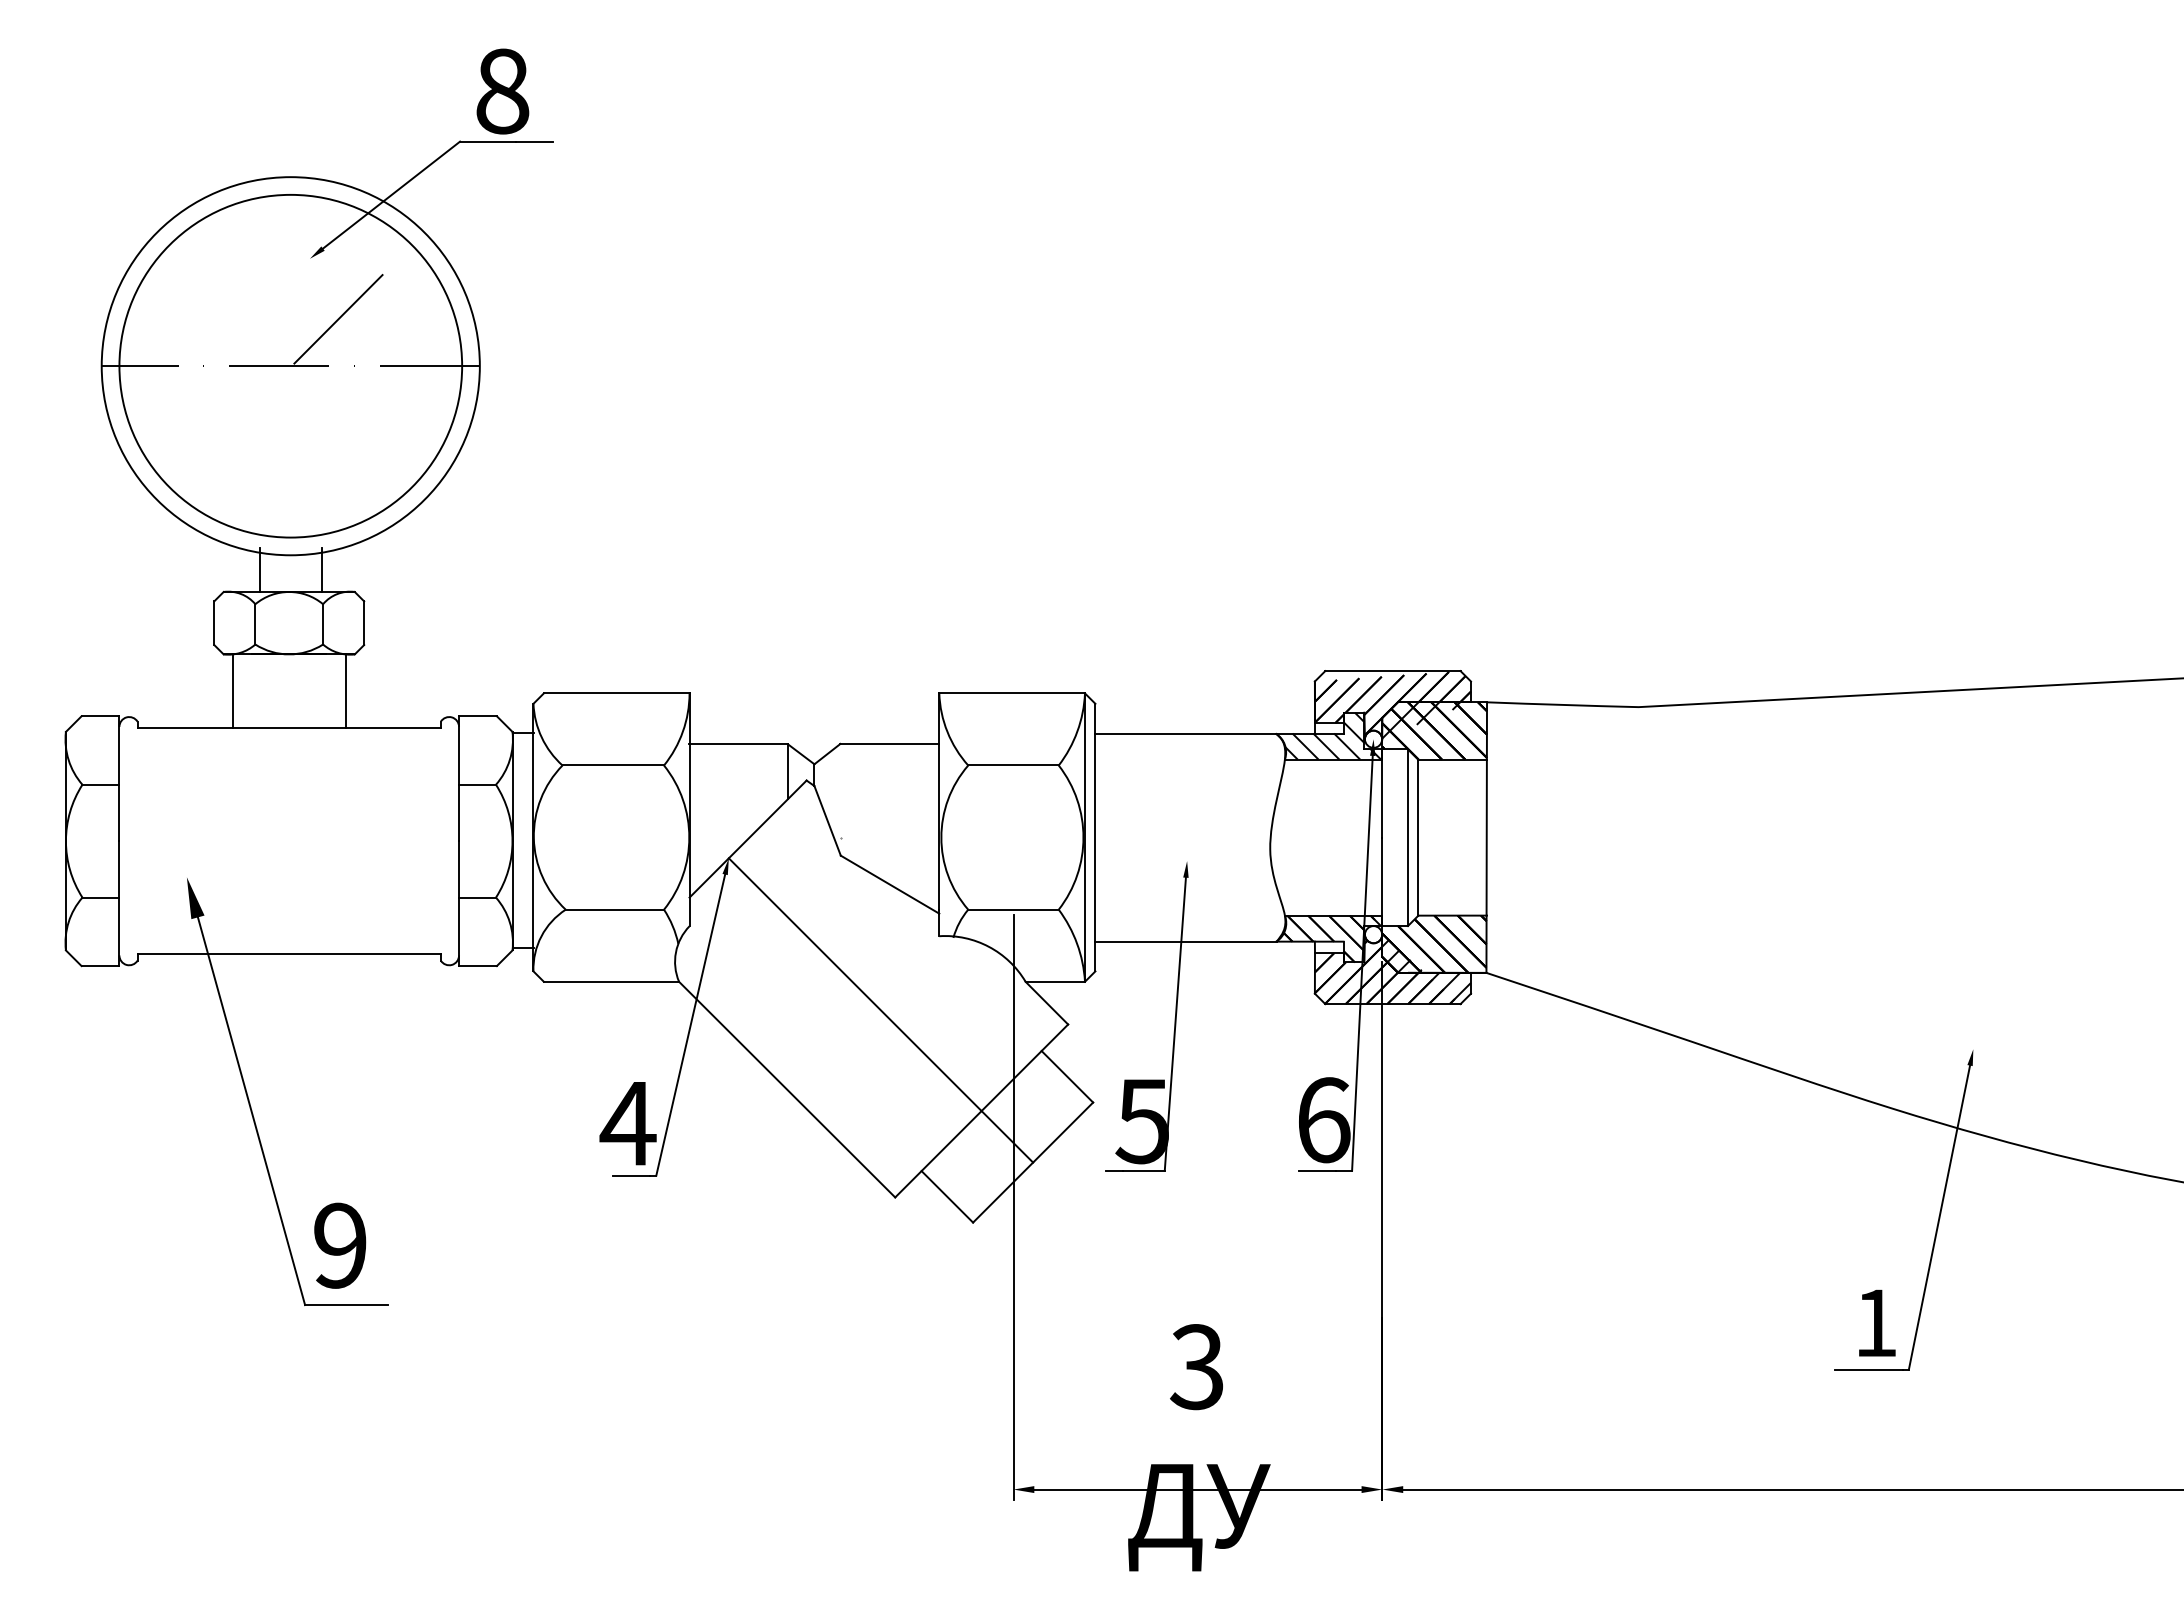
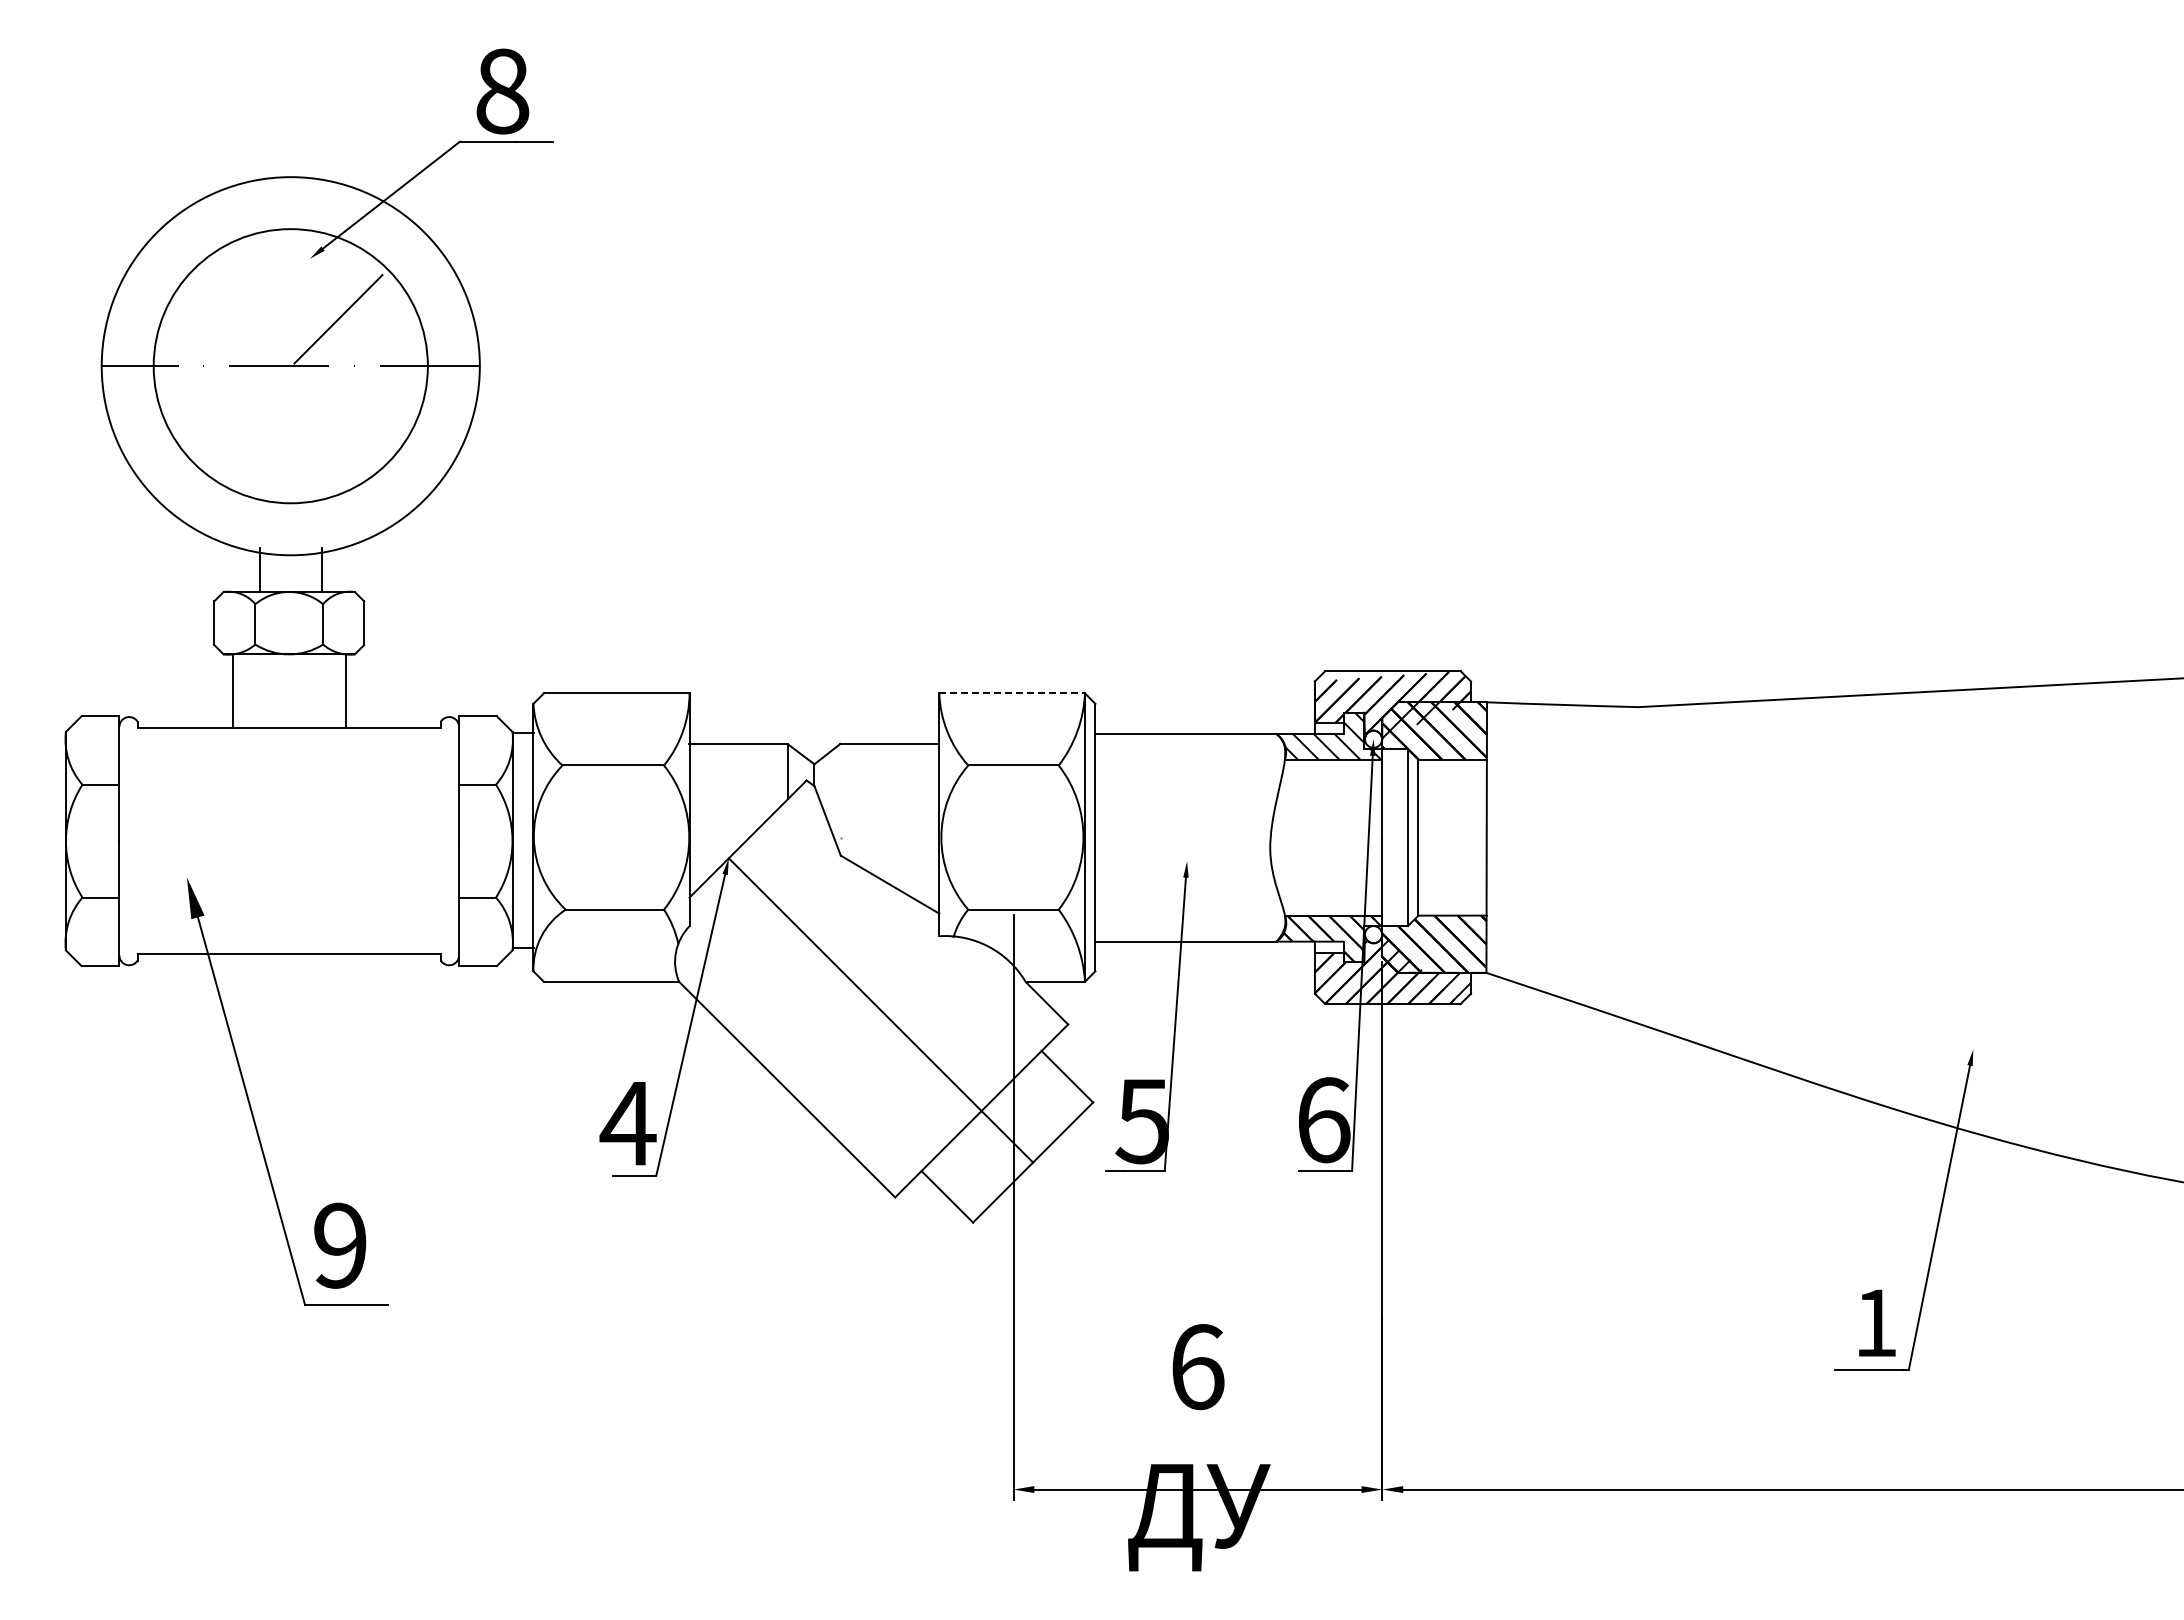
circle at (290, 365) diameter: 343 px -> 274 px
line at (1012, 693): solid -> dashed
text at (1197, 1367): 3 -> 6
